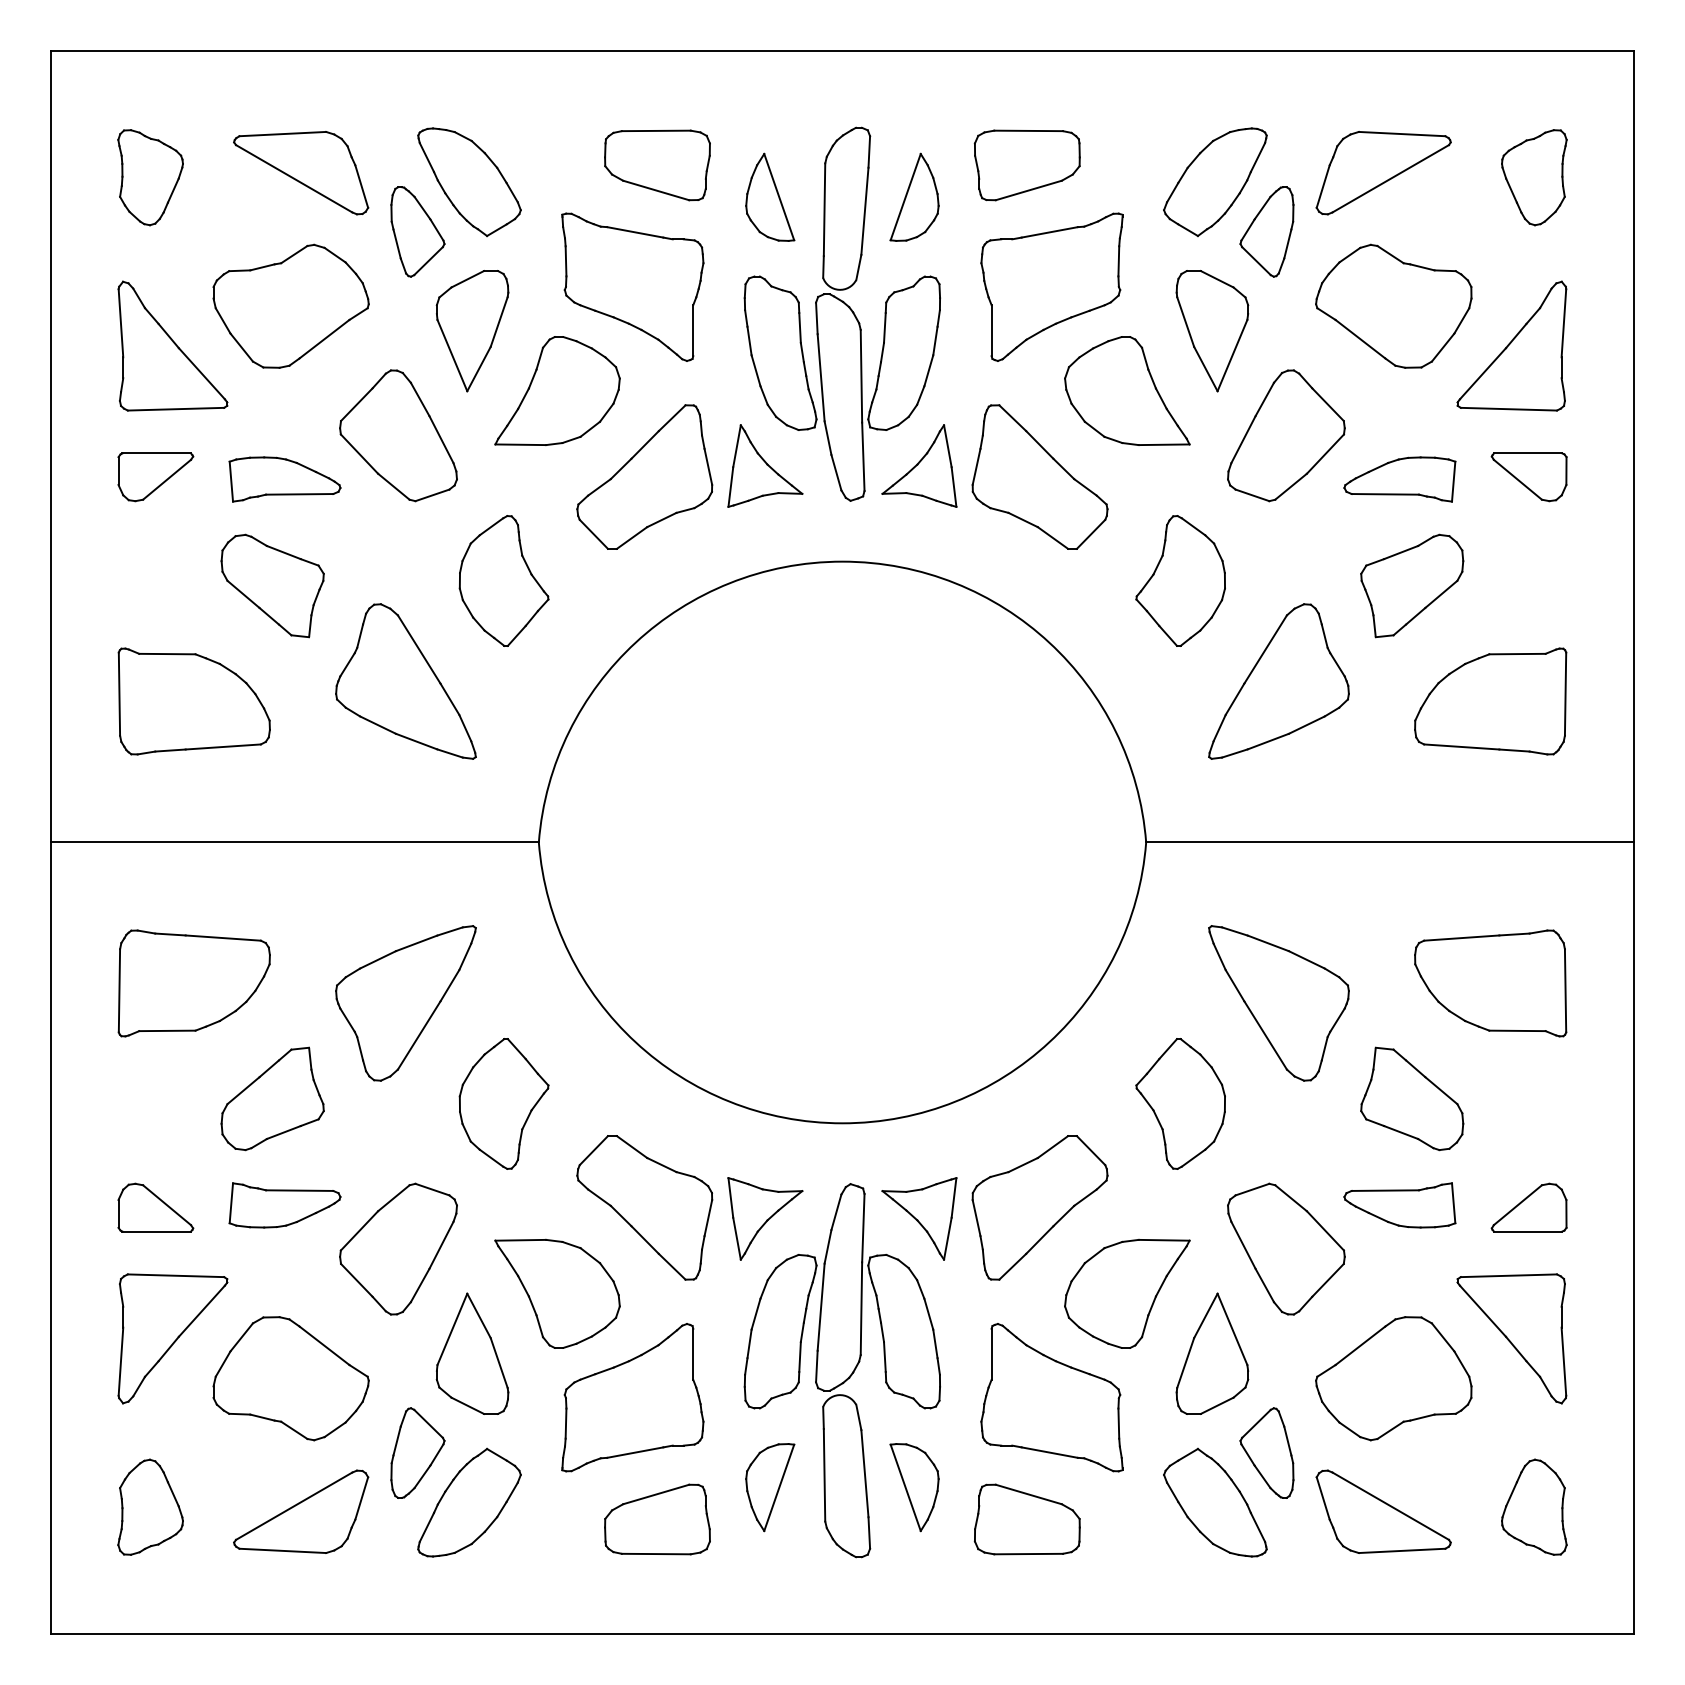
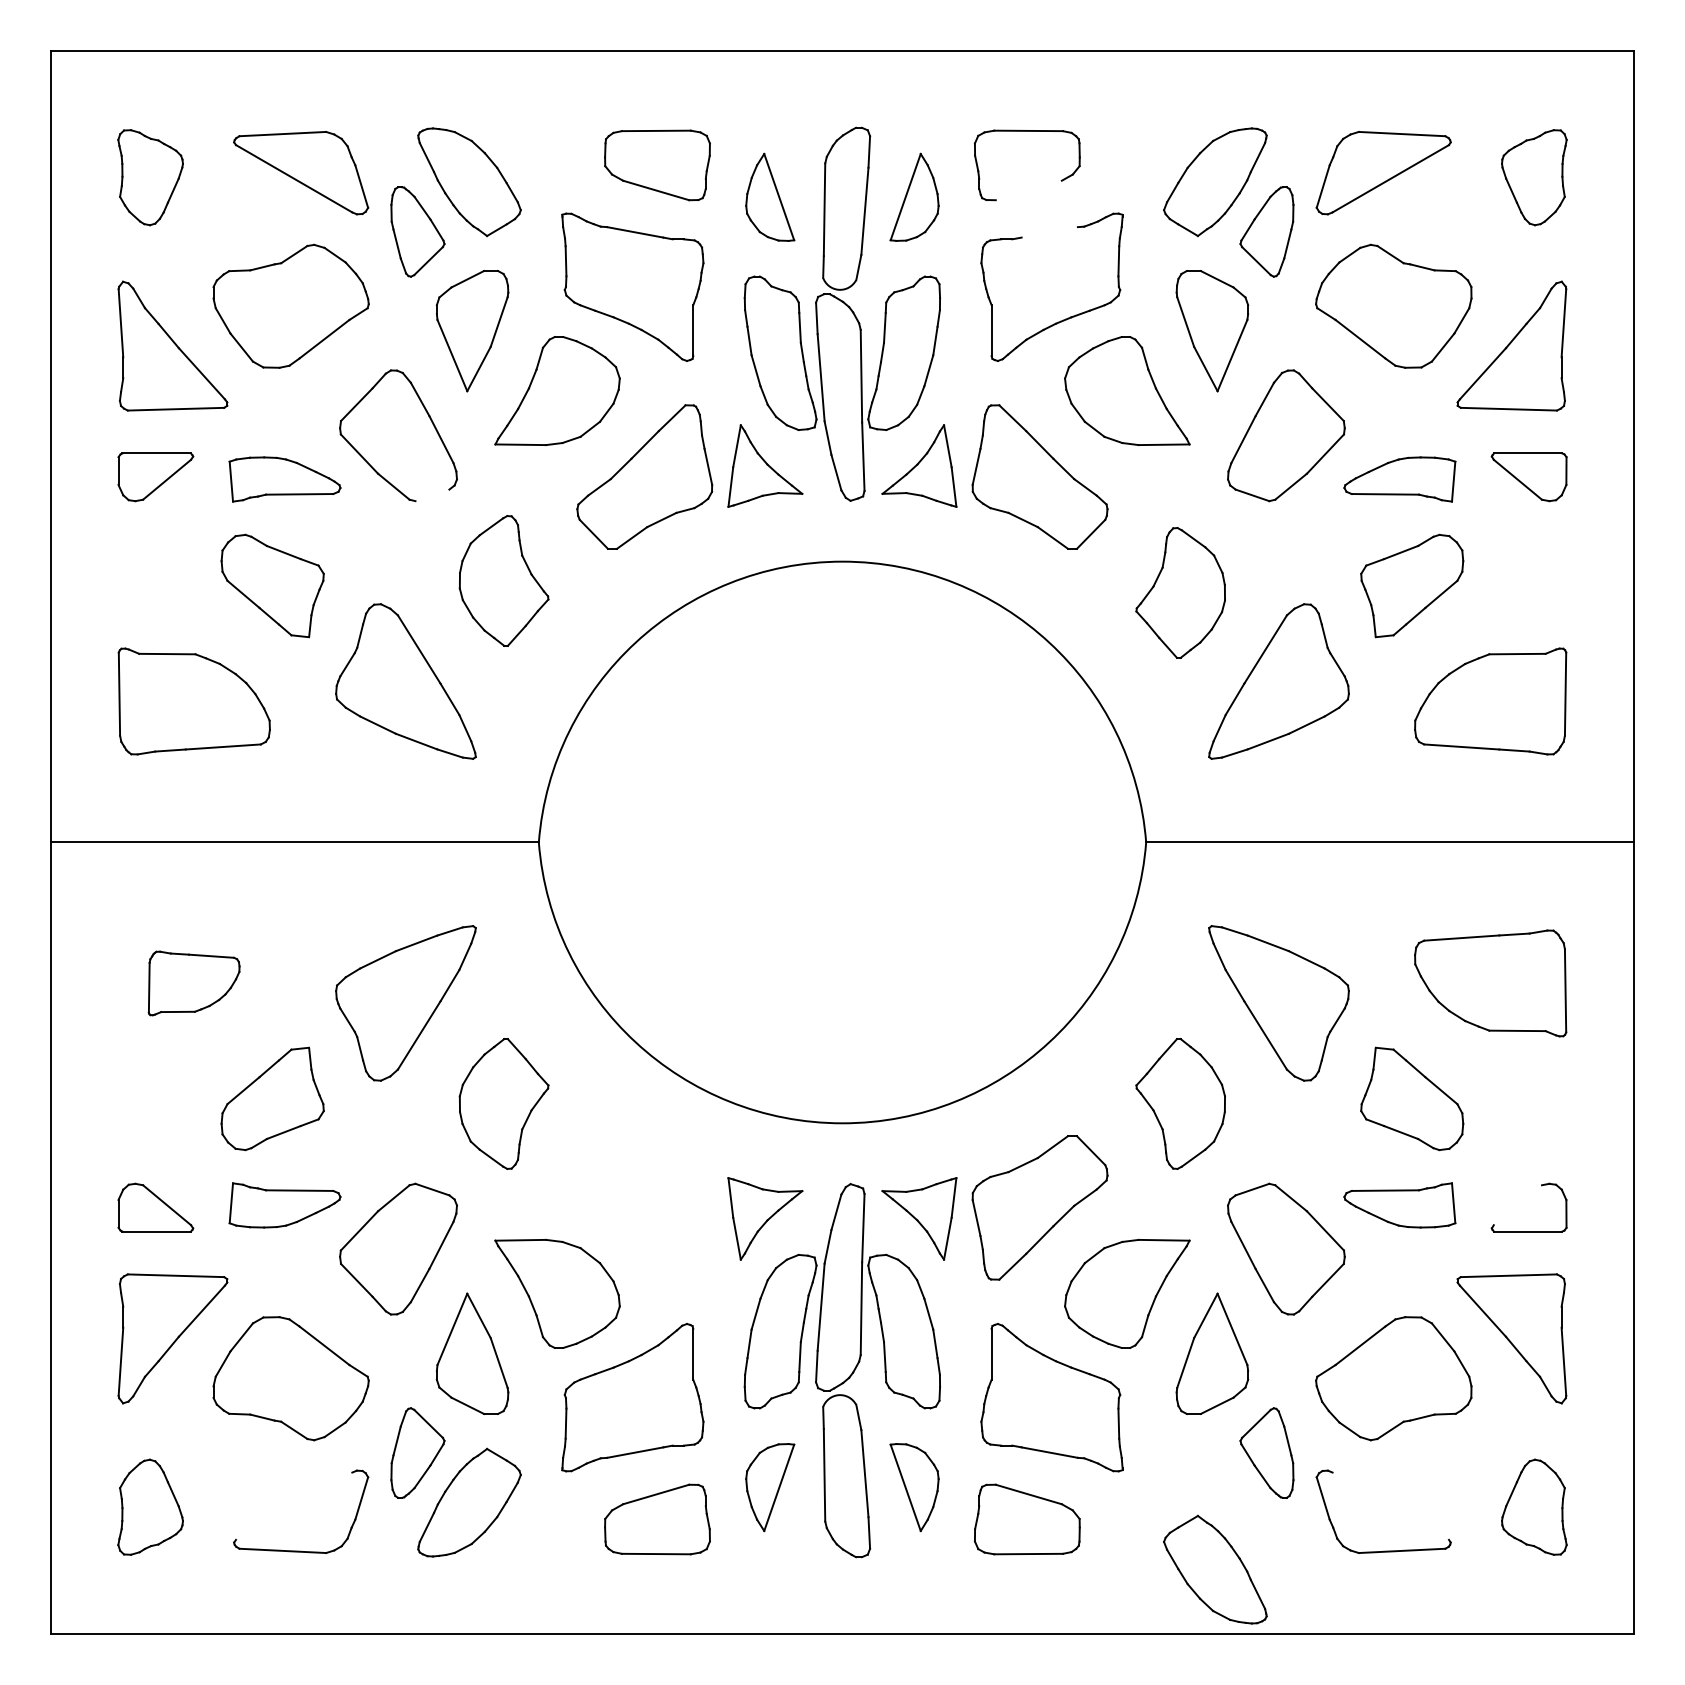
line at (1028, 190): present -> none
line at (1049, 232): present -> none
line at (432, 495): present -> none
part at (1180, 580) position: (1180, 580) -> (1180, 592)
part at (193, 983) size: 154x109 px -> 94x67 px
line at (1517, 1205): present -> none
part at (644, 1207): present -> none
part at (1215, 1502) position: (1215, 1502) -> (1215, 1569)
line at (294, 1505): present -> none
line at (1390, 1505): present -> none
